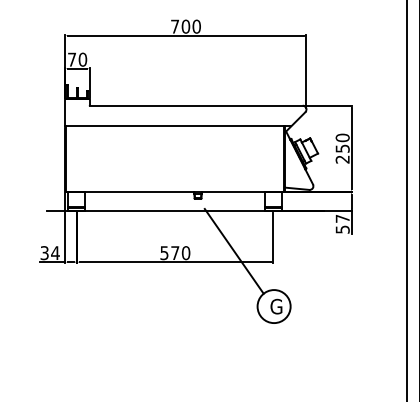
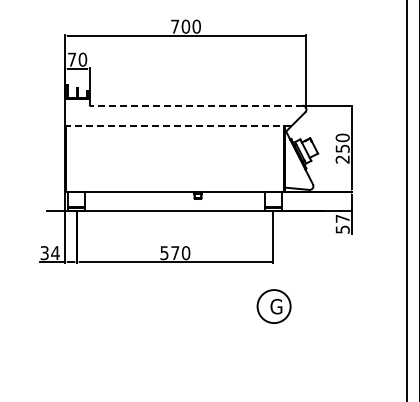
line at (195, 105): solid -> dashed
line at (178, 126): solid -> dashed
line at (233, 250): present -> none
